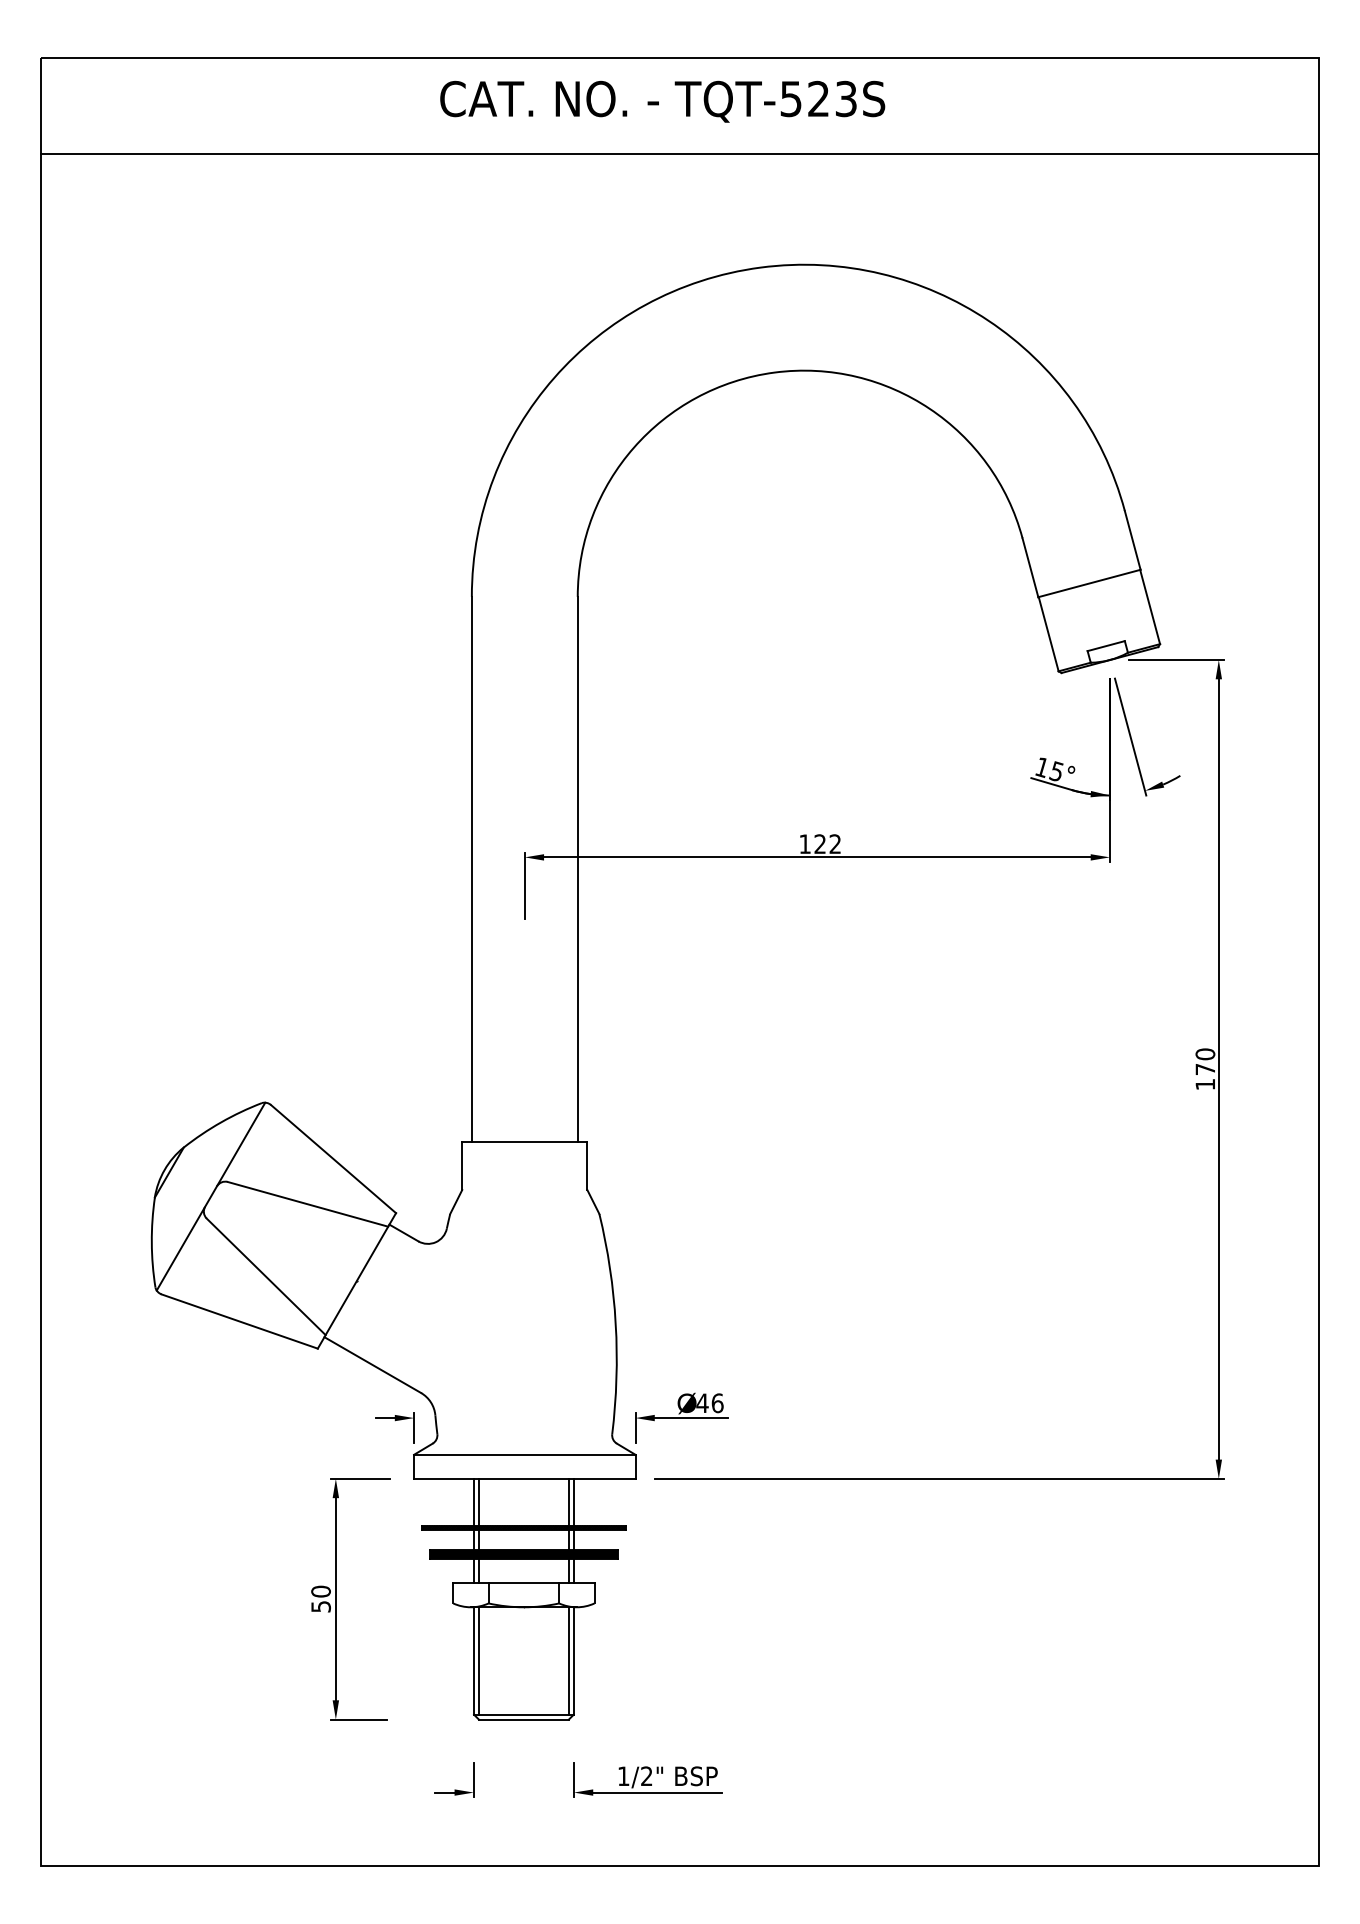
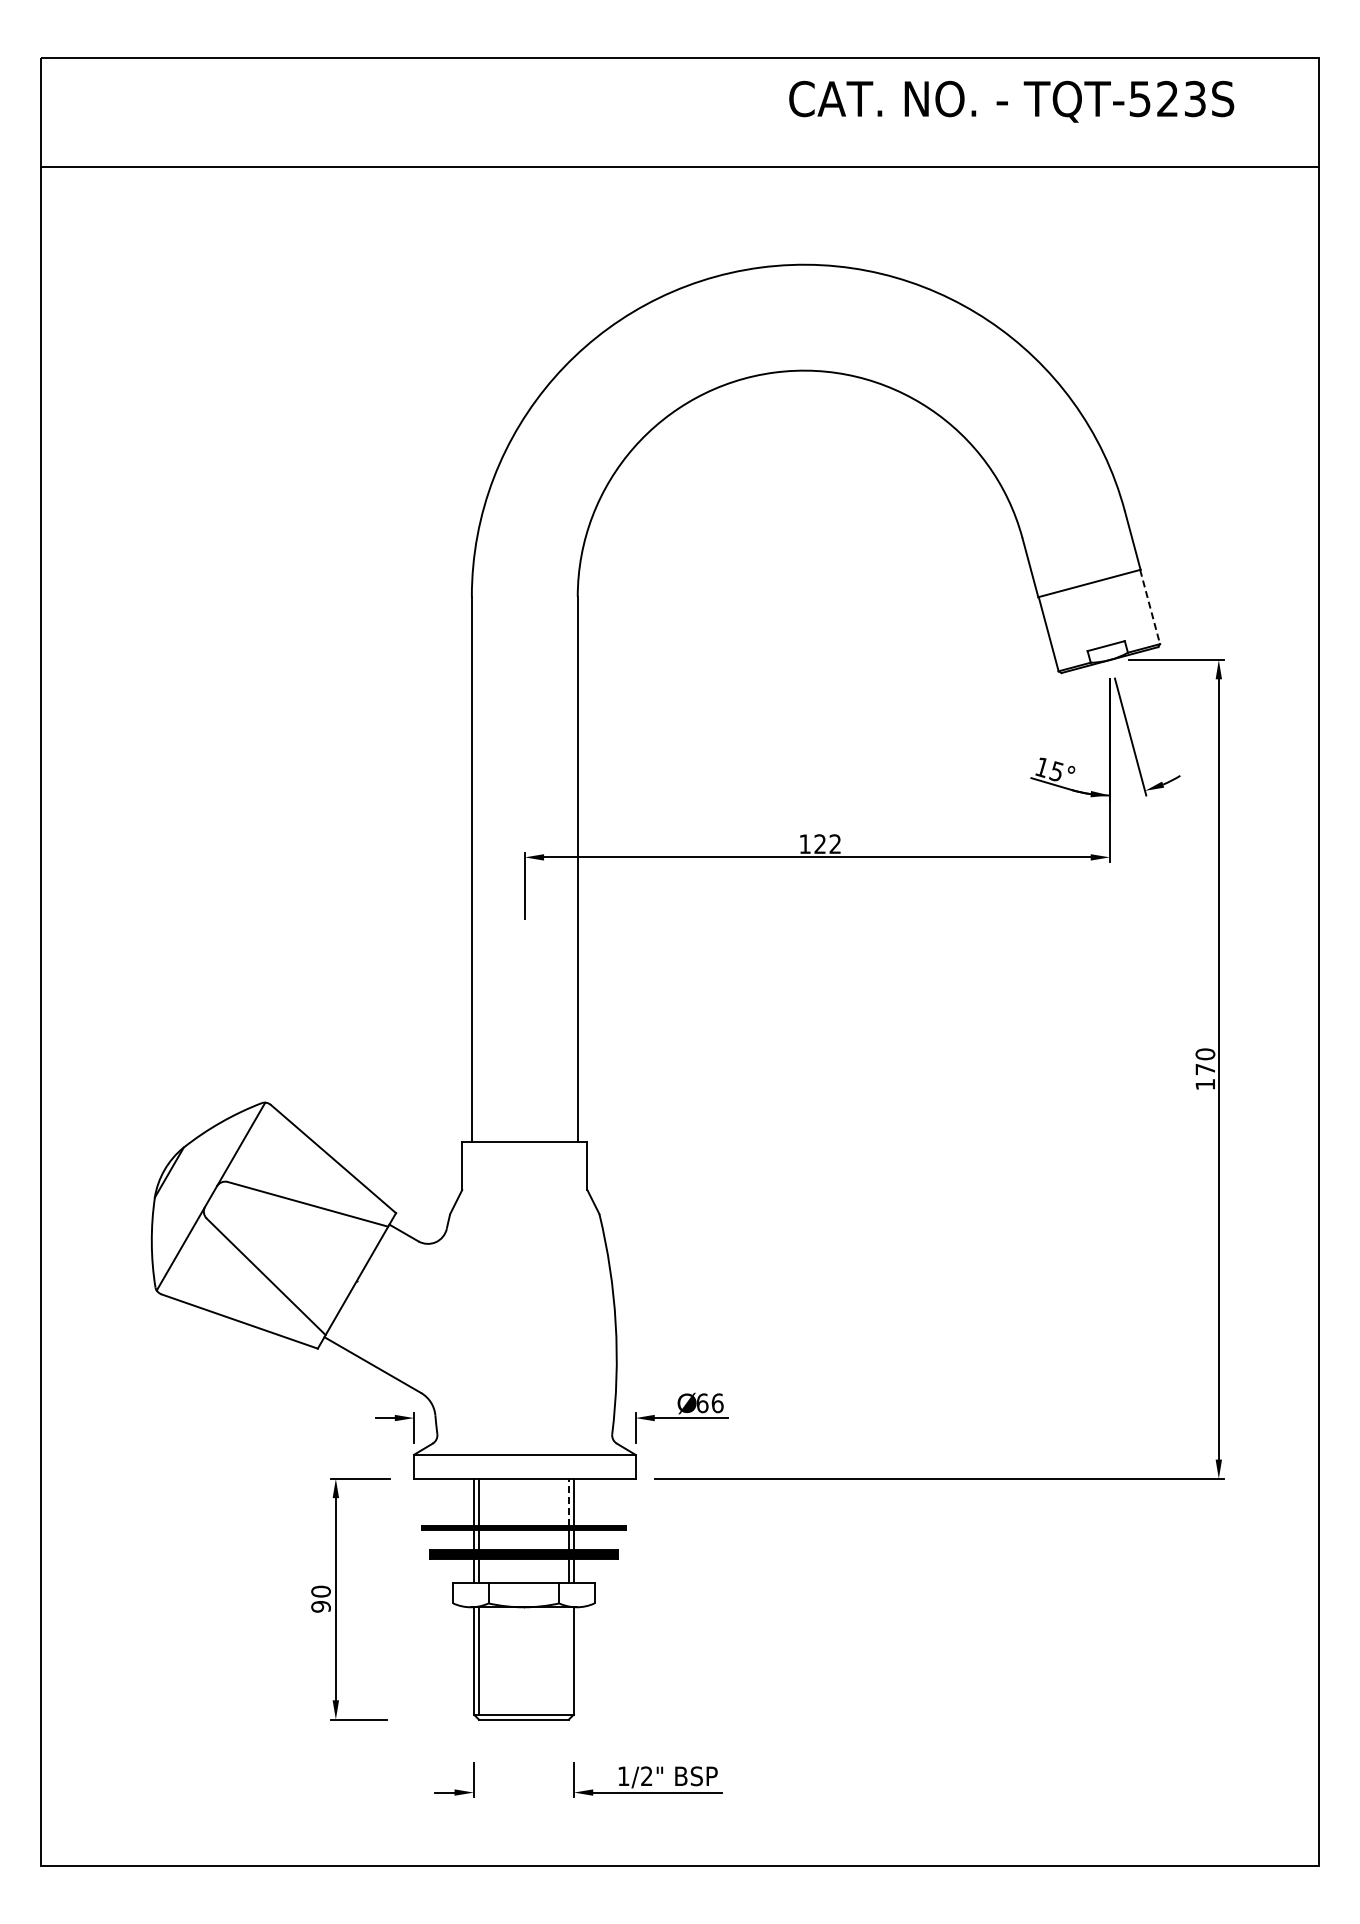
text at (662, 101) position: (662, 101) -> (1011, 101)
line at (679, 153) position: (679, 153) -> (679, 166)
line at (1150, 607): solid -> dashed
text at (702, 1403): 46 -> 66
line at (568, 1501): solid -> dashed
text at (320, 1606): 50 -> 90
line at (568, 1660): present -> none
